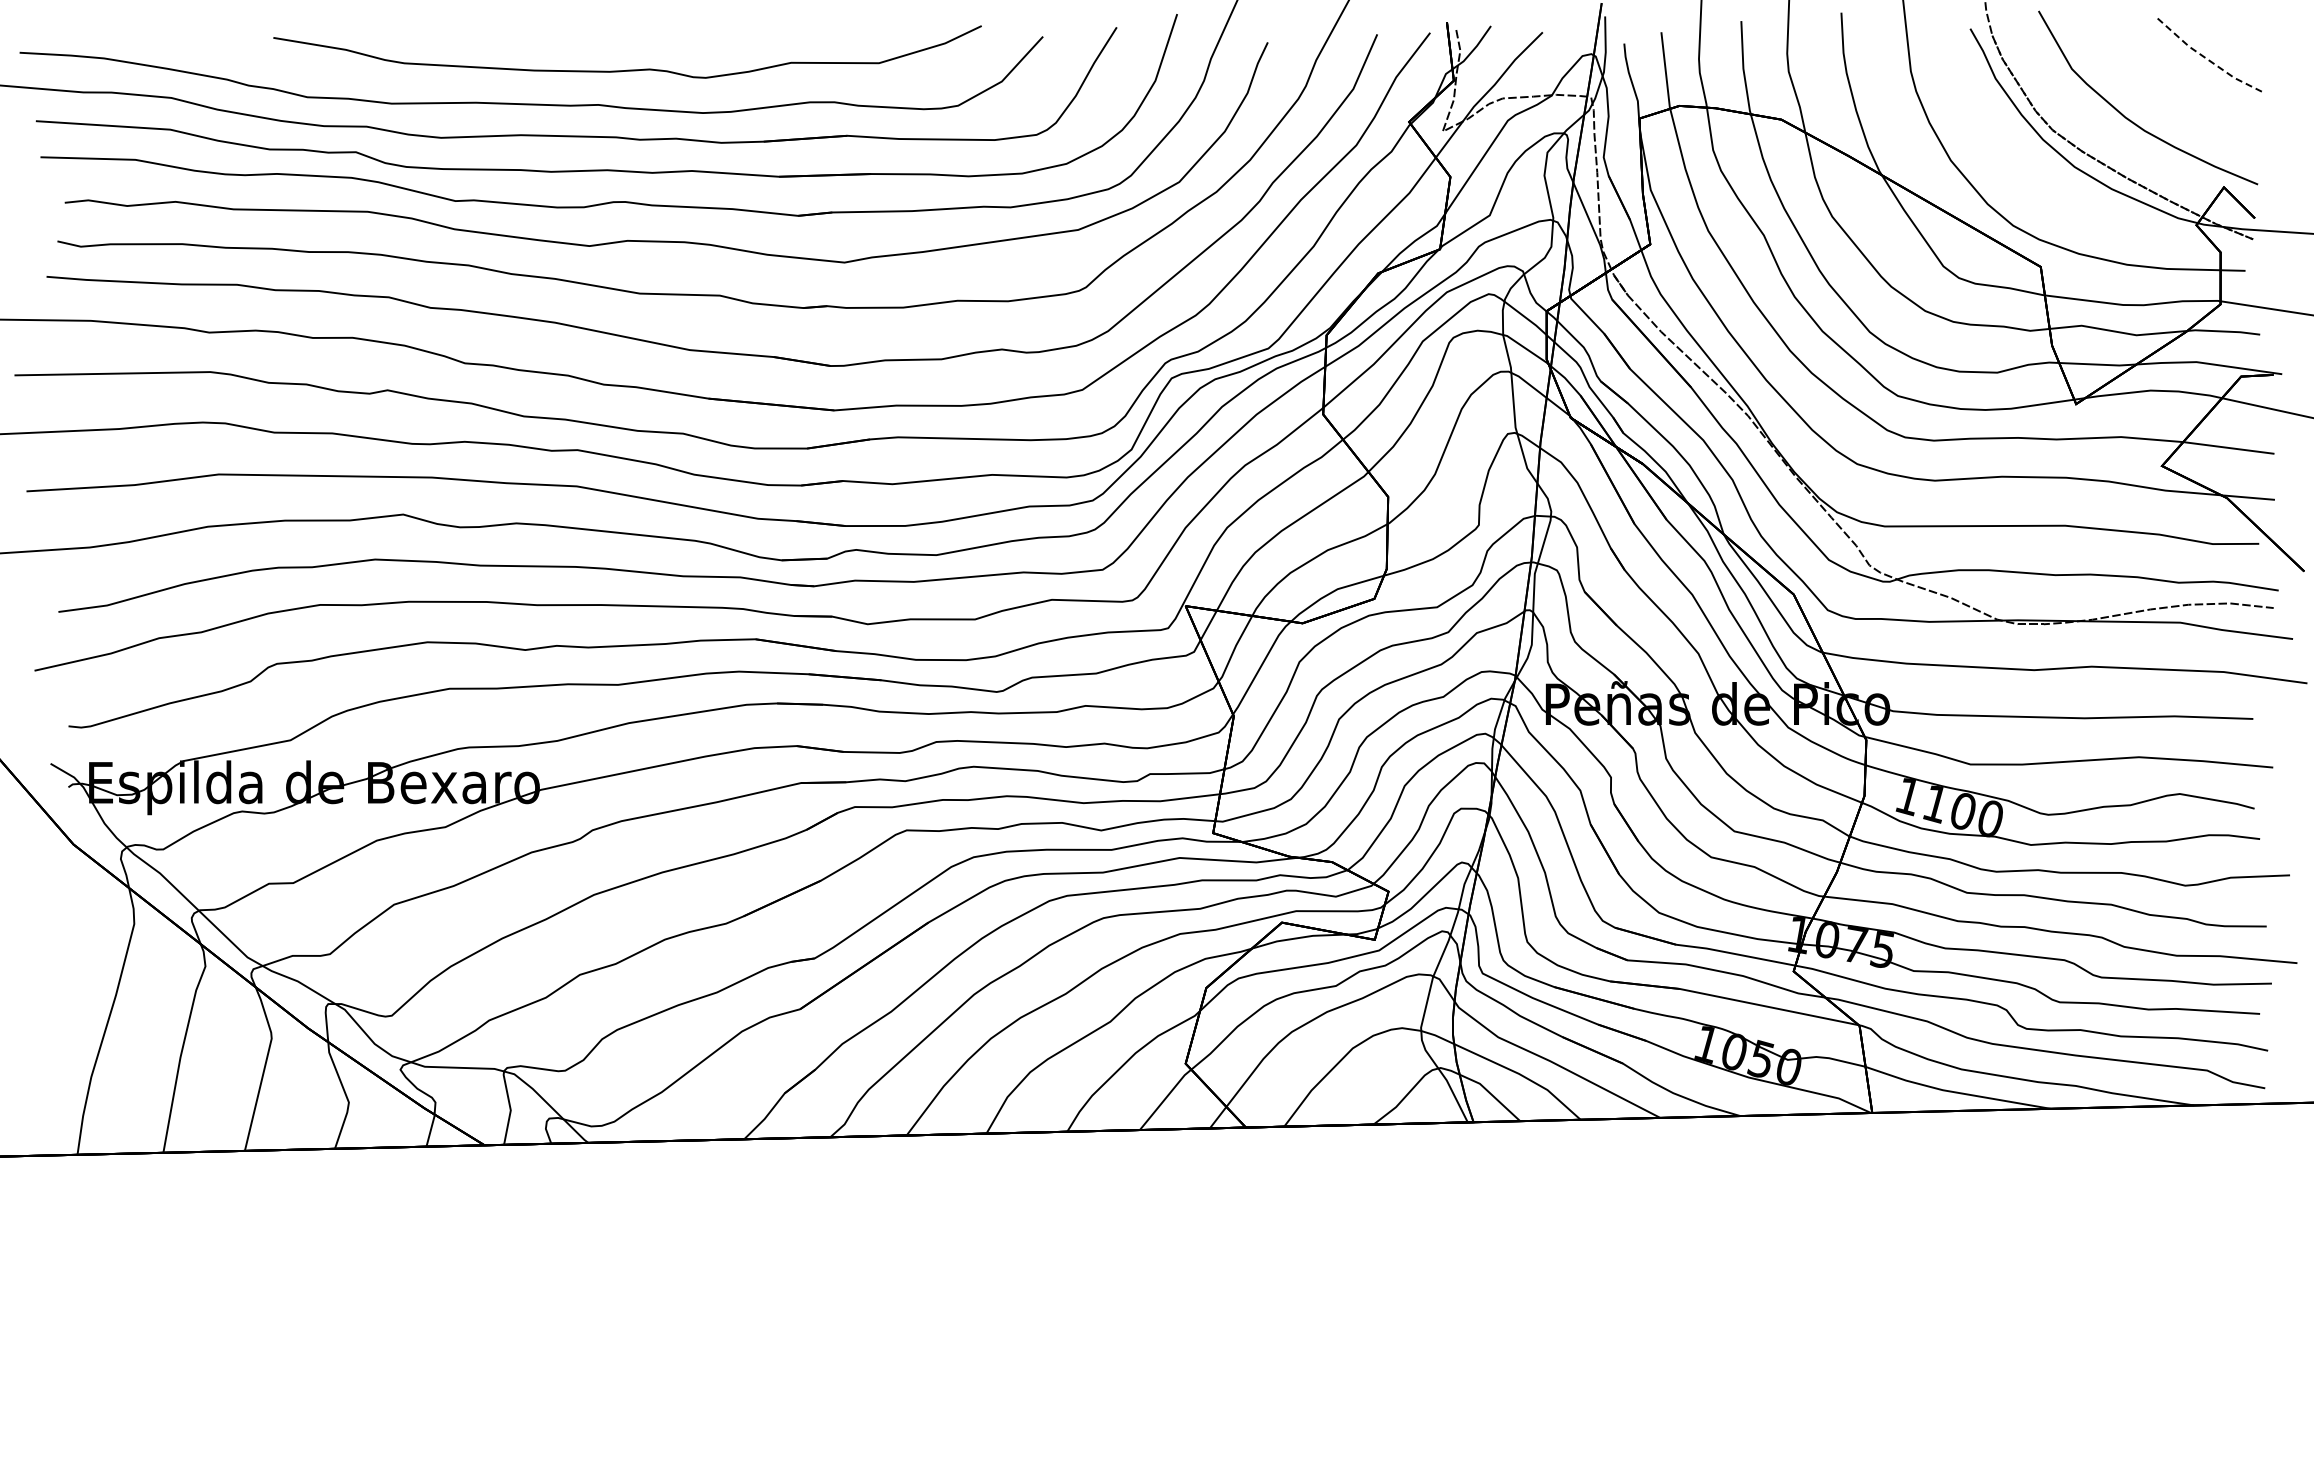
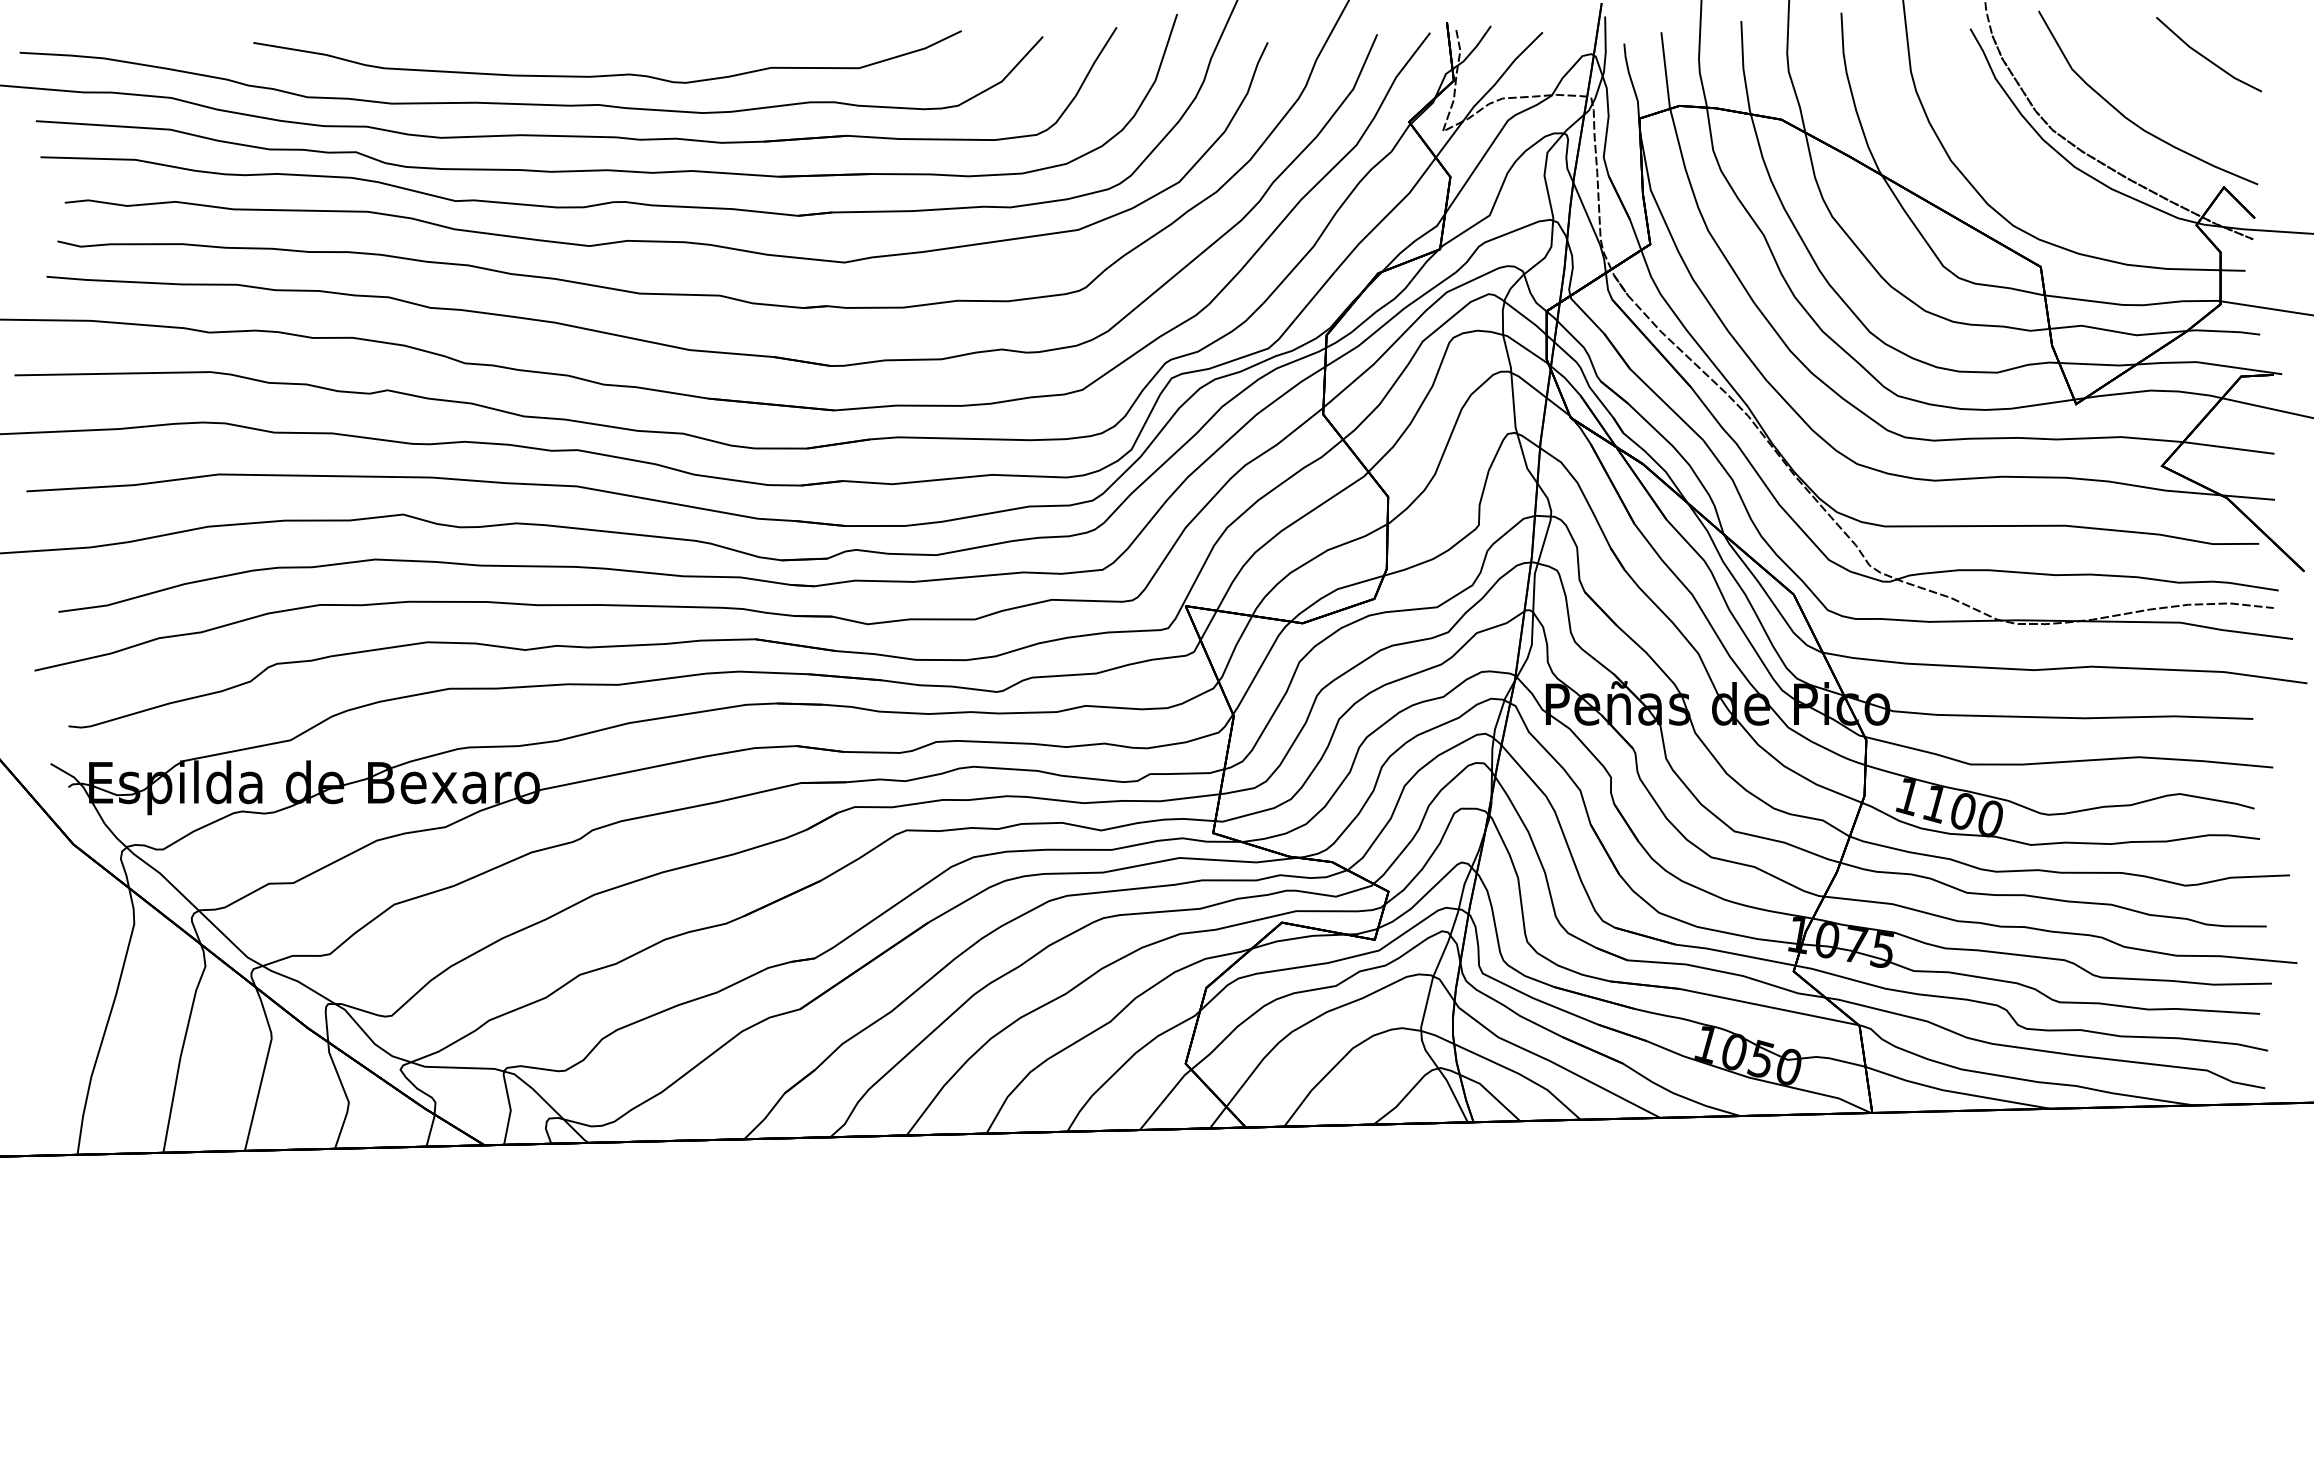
line at (2205, 58): dashed -> solid
curve at (627, 69) position: (627, 69) -> (607, 74)
